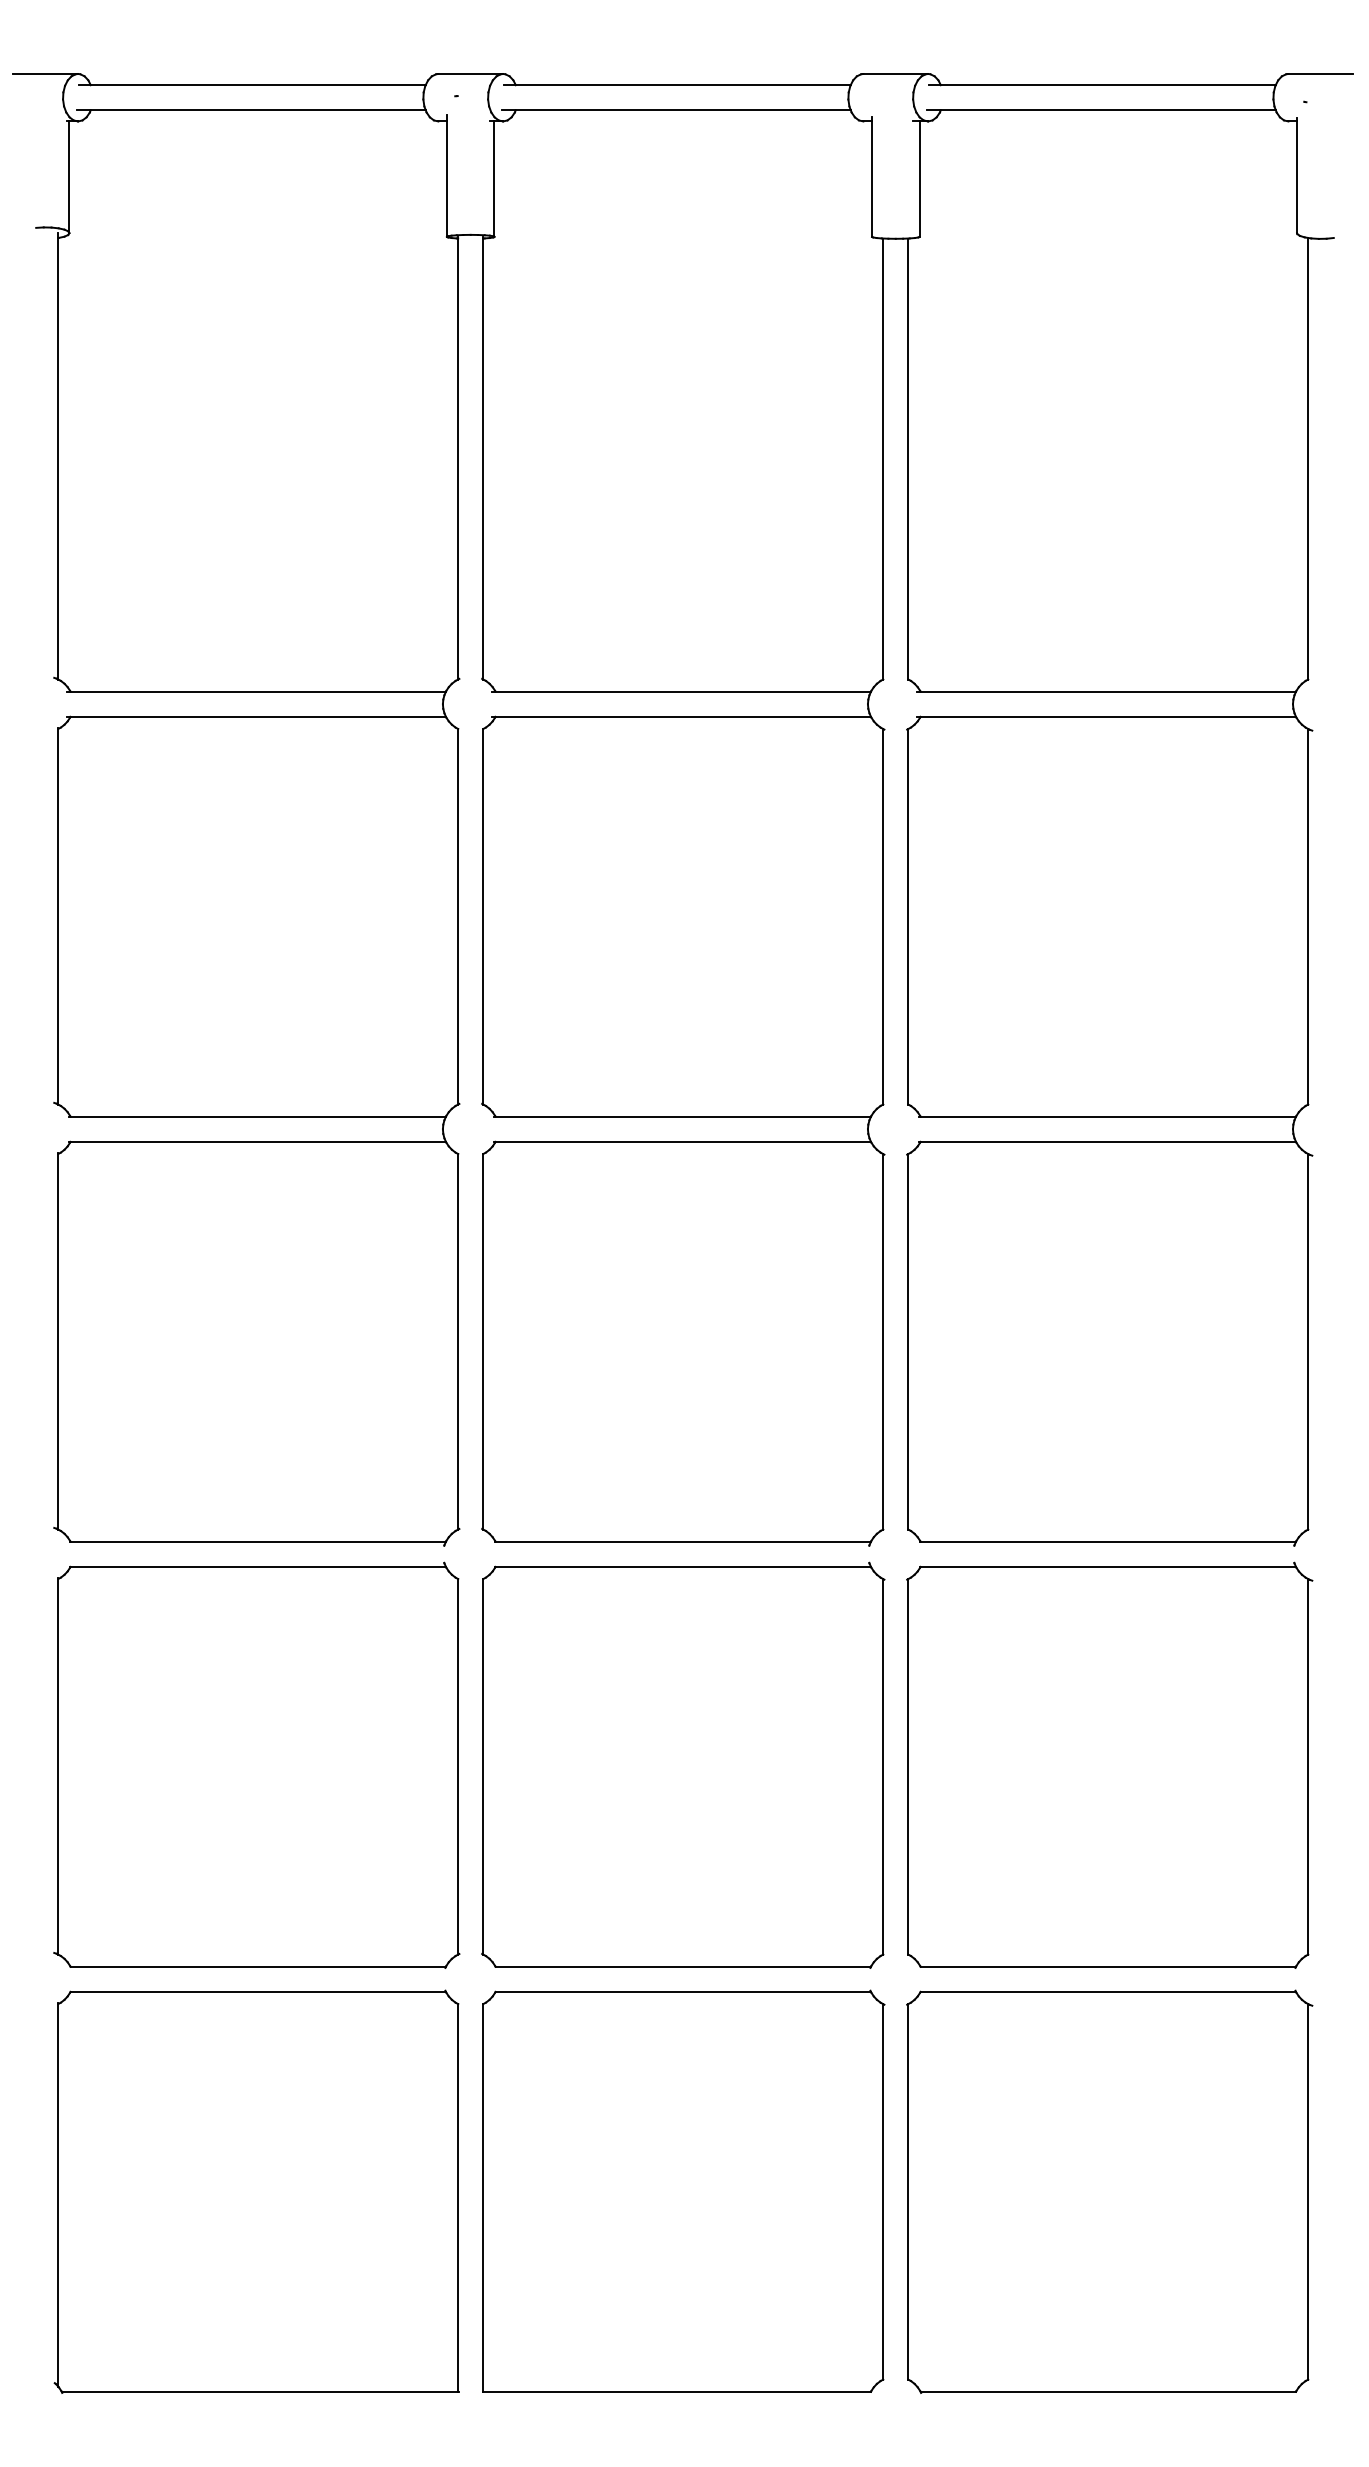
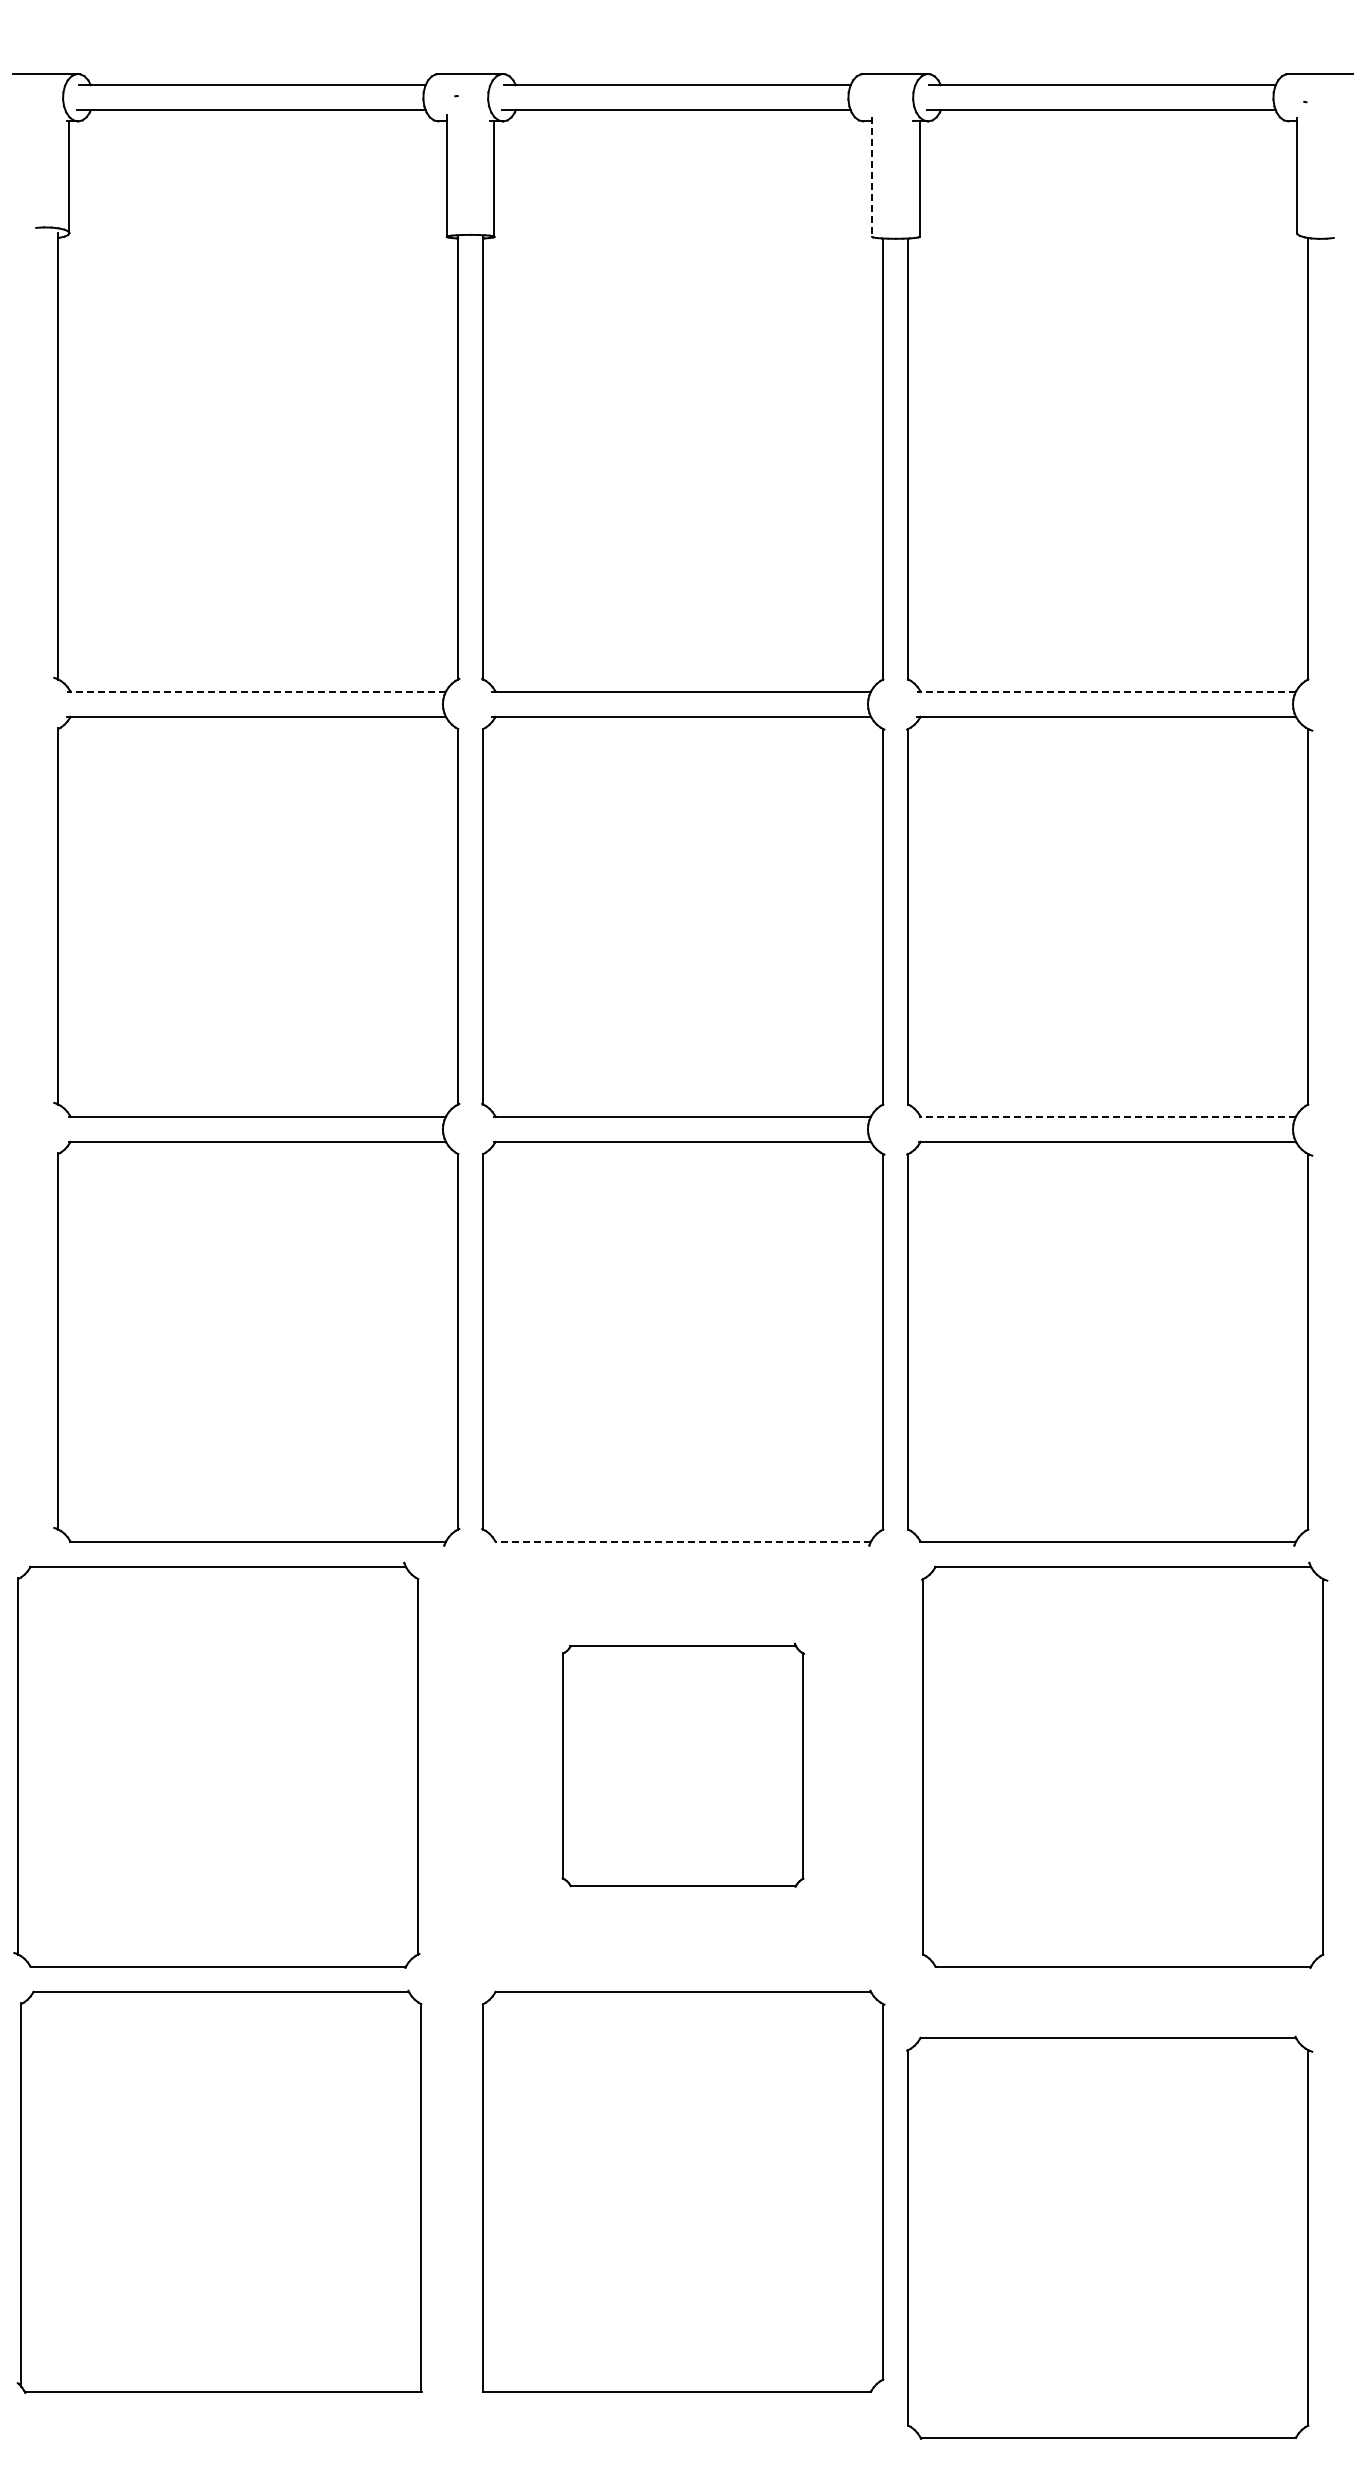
line at (872, 176): solid -> dashed
line at (256, 691): solid -> dashed
line at (1106, 691): solid -> dashed
line at (1107, 1116): solid -> dashed
line at (682, 1541): solid -> dashed
part at (256, 1764) position: (256, 1764) -> (216, 1764)
part at (683, 1764) size: 405x408 px -> 245x246 px
part at (1109, 1764) position: (1109, 1764) -> (1124, 1764)
part at (256, 2191) position: (256, 2191) -> (219, 2191)
part at (1109, 2191) position: (1109, 2191) -> (1109, 2237)
